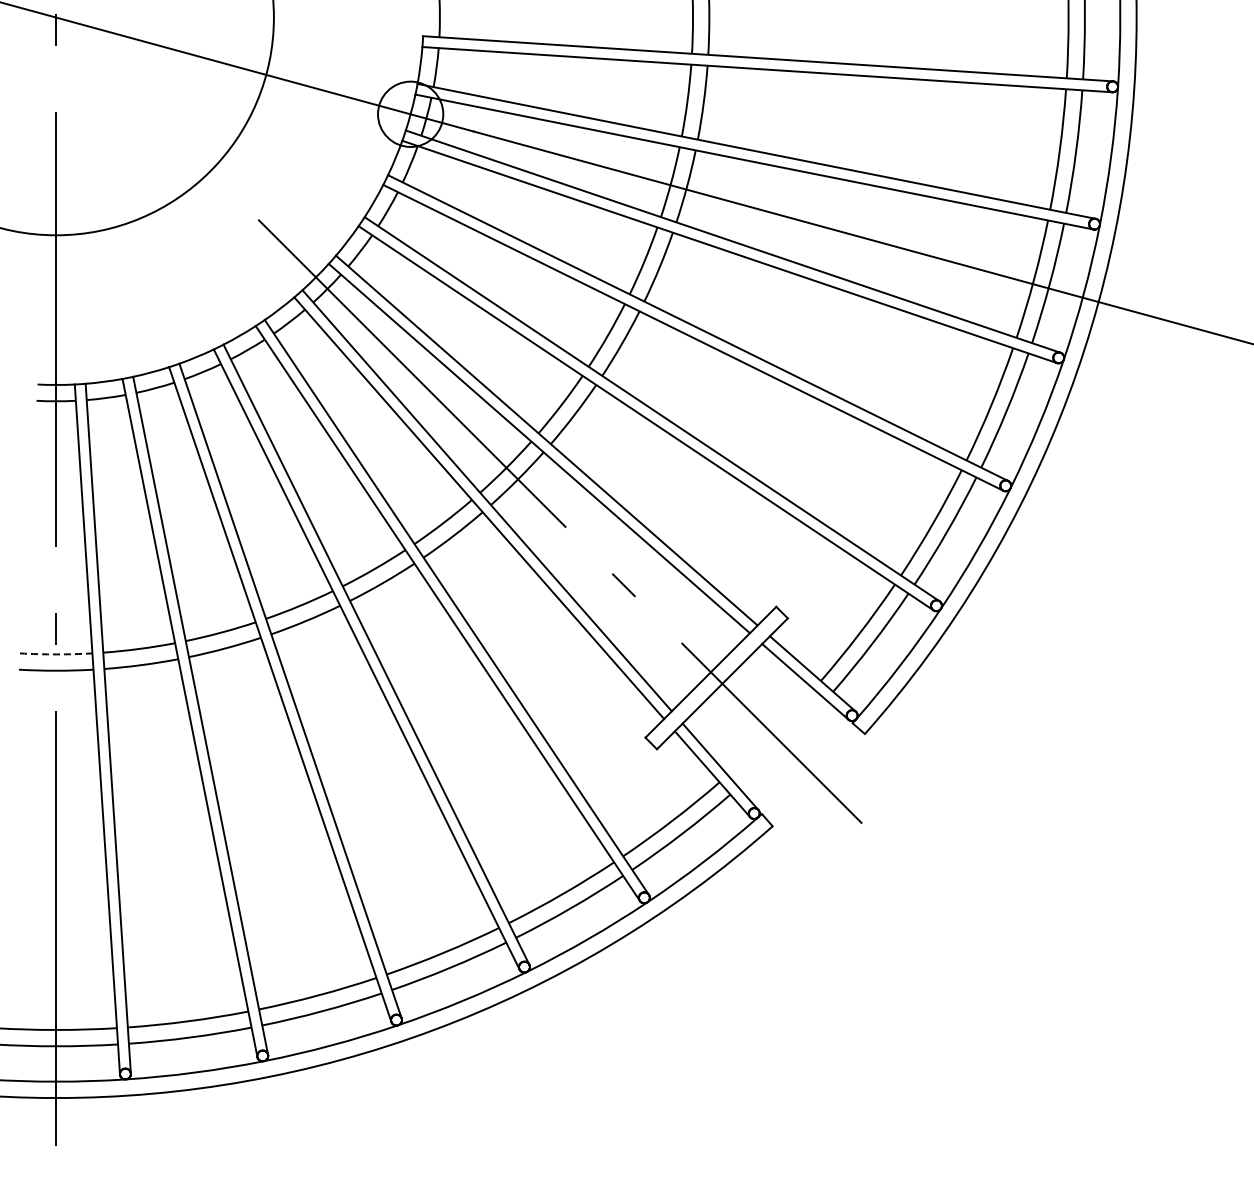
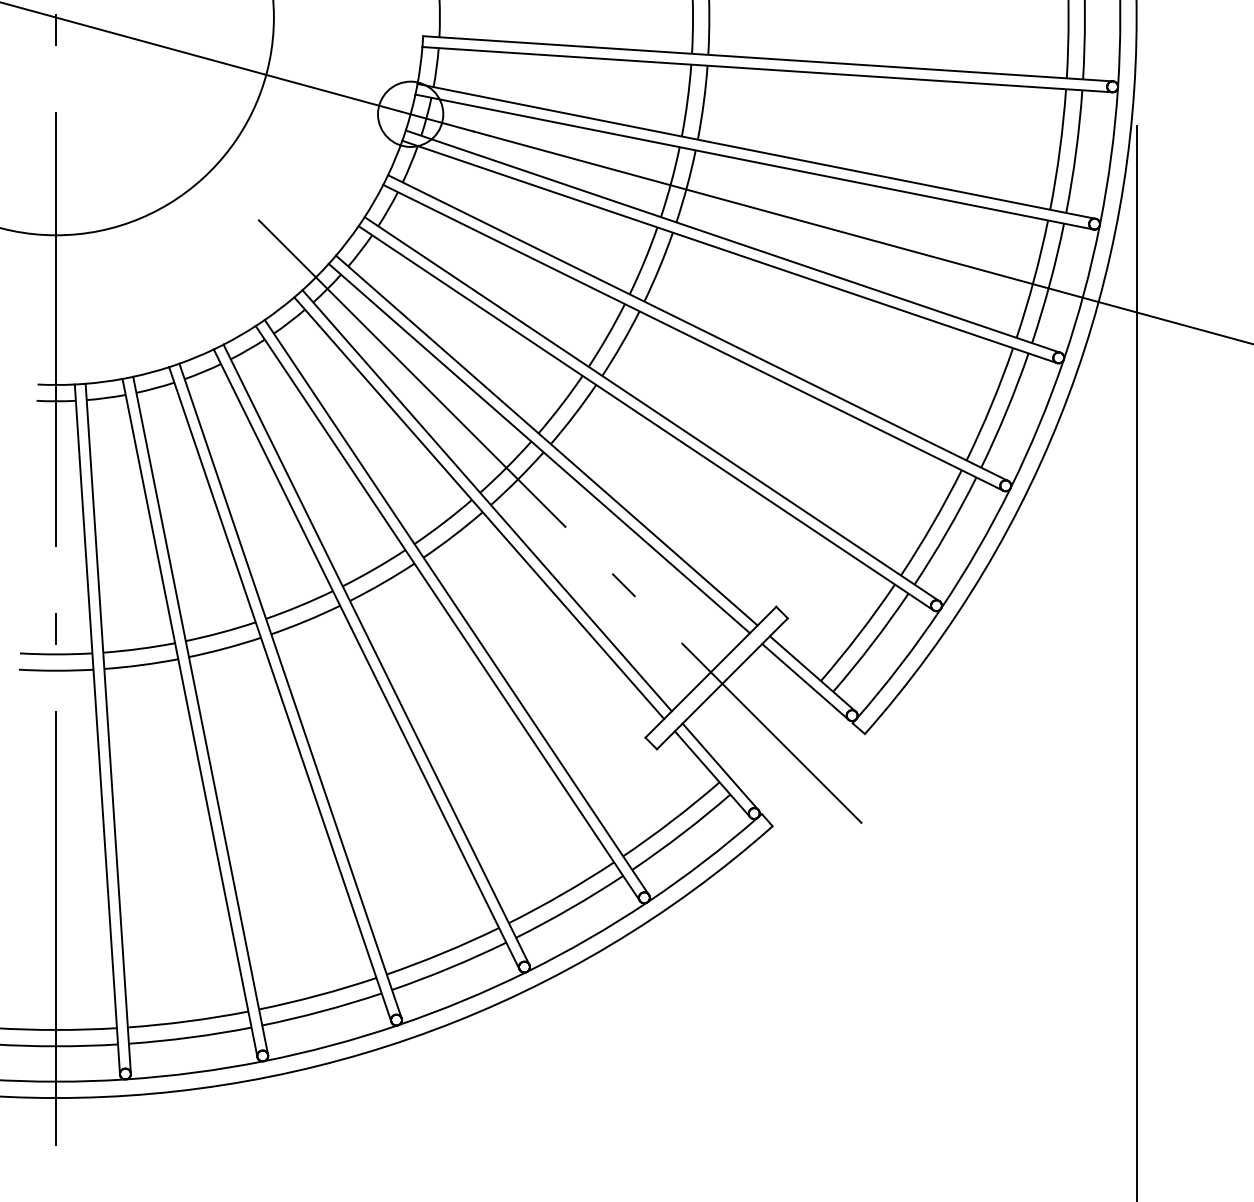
arc at (56, 654): dashed -> solid
line at (1136, 662): none -> present
